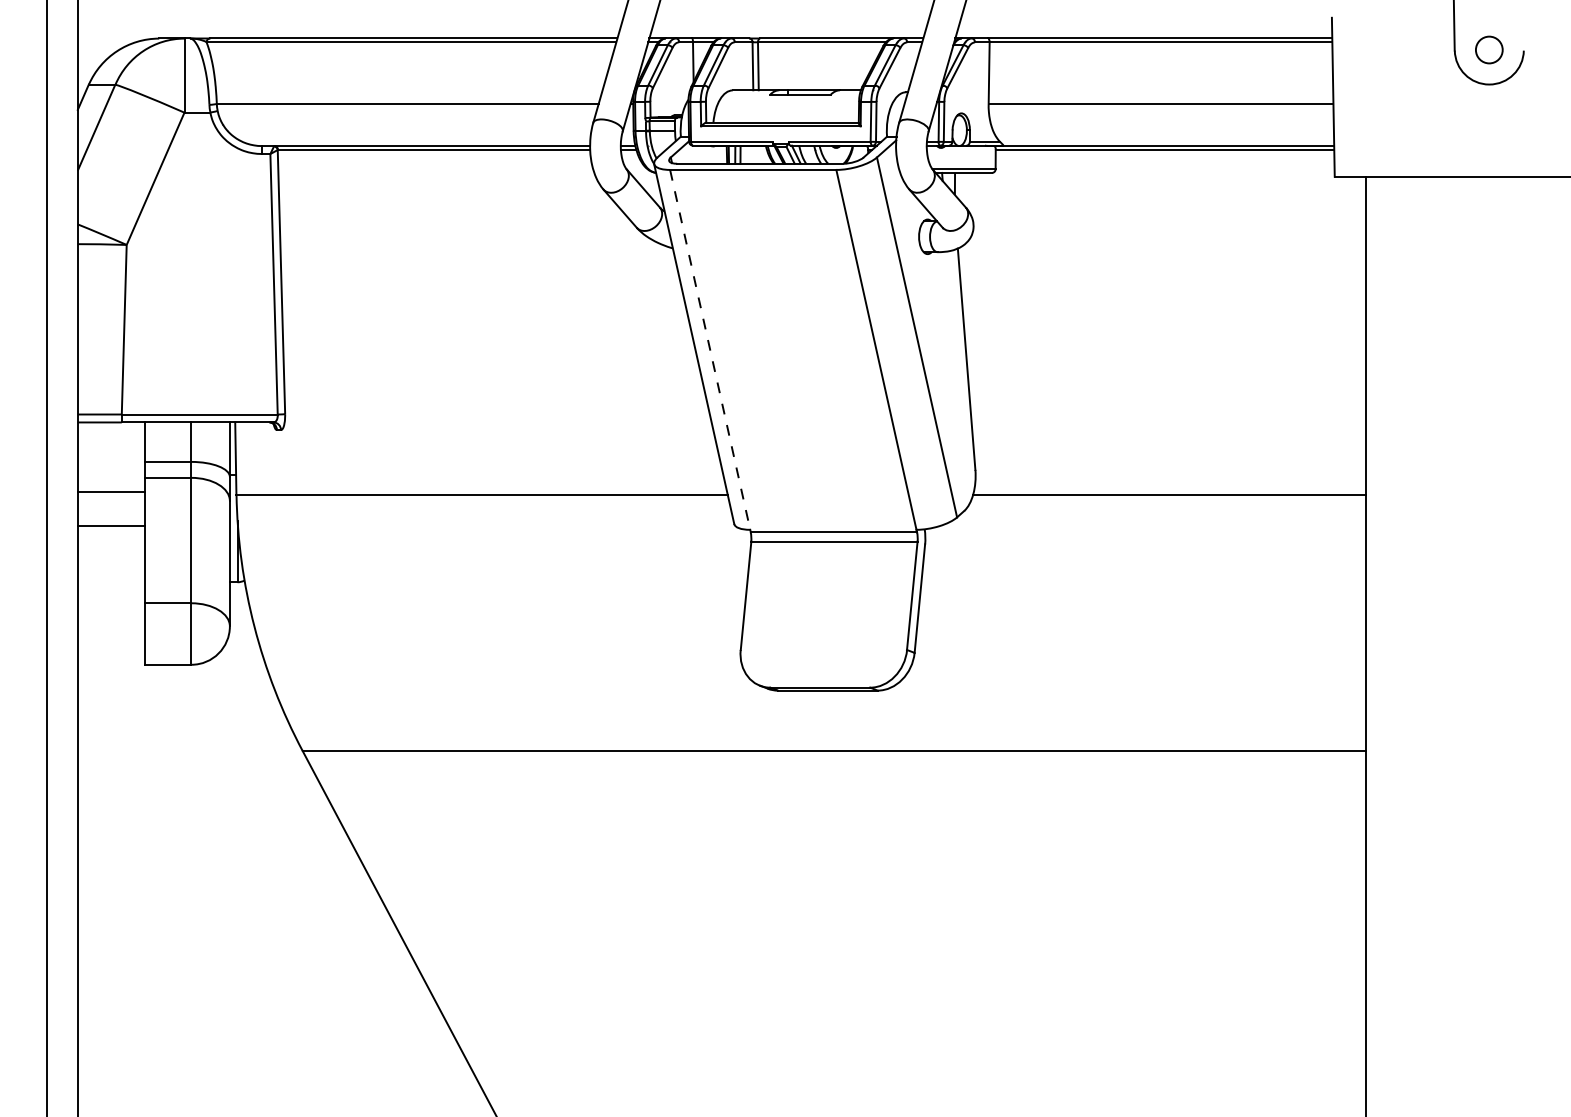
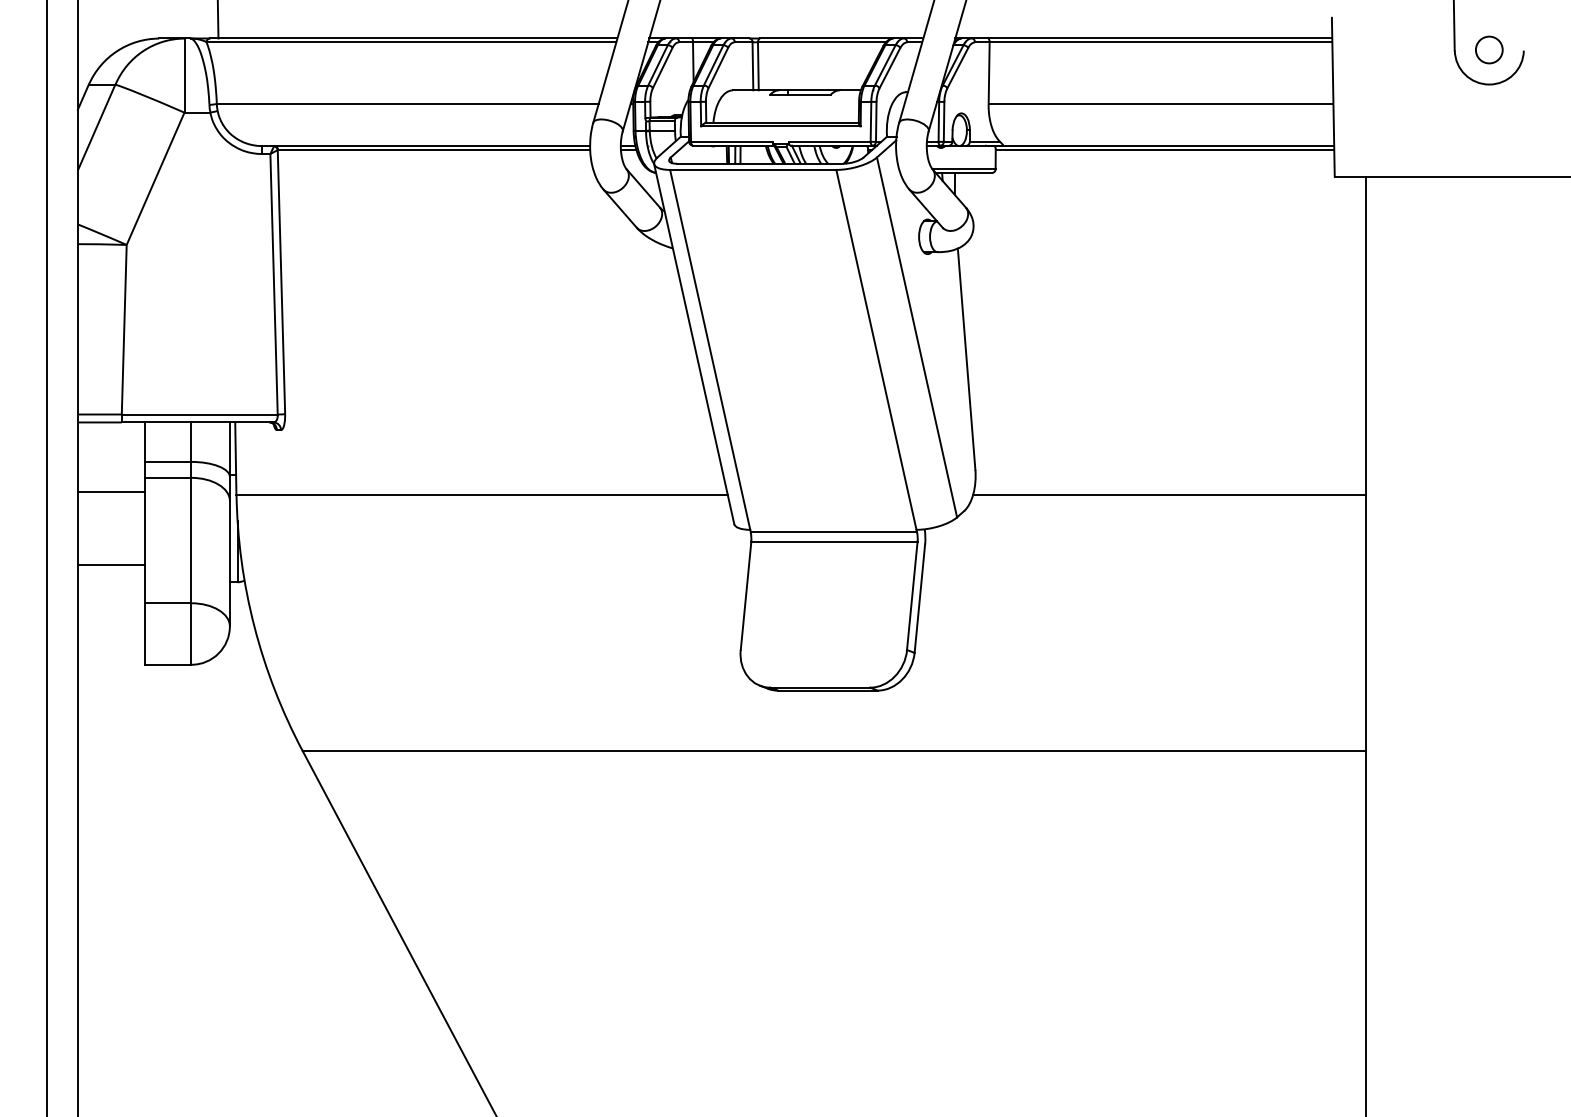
line at (217, 20): none -> present
line at (710, 350): dashed -> solid
line at (111, 525) position: (111, 525) -> (111, 564)
